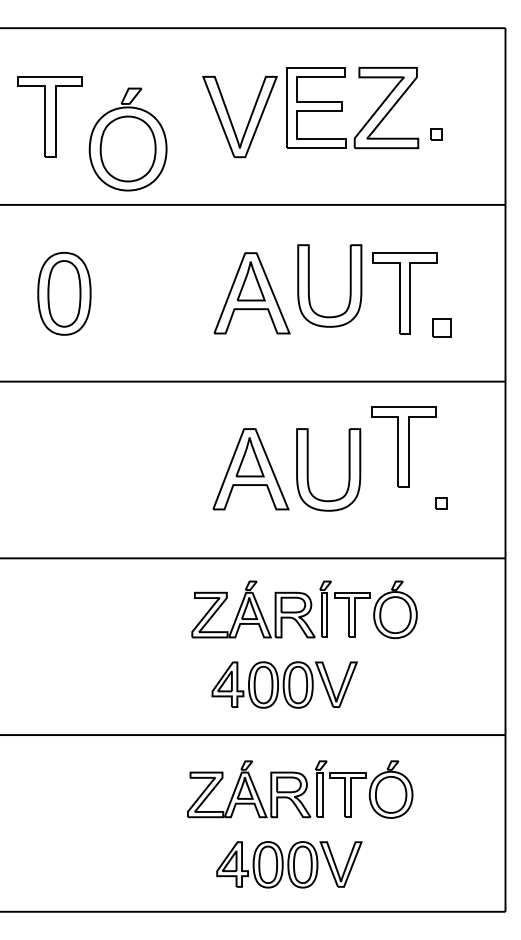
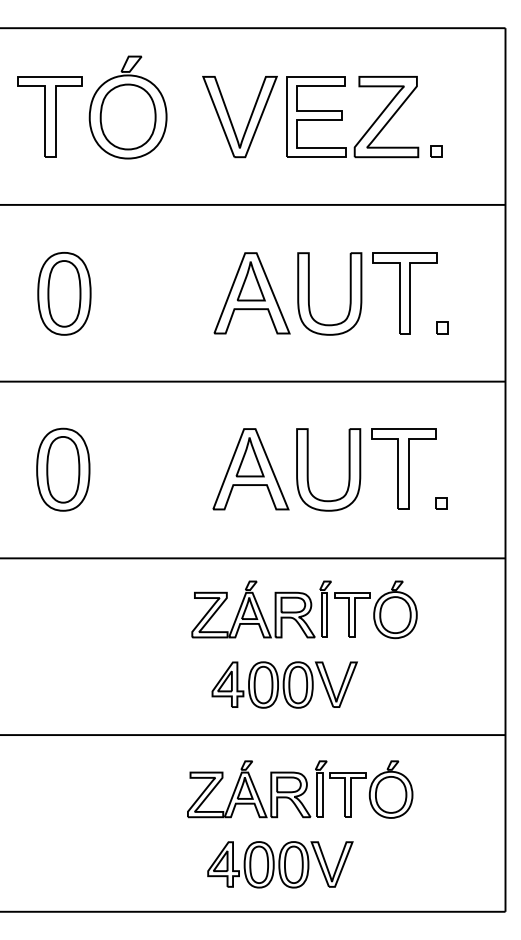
part at (342, 108) position: (342, 108) -> (342, 117)
part at (436, 134) position: (436, 134) -> (436, 151)
part at (127, 139) position: (127, 139) -> (127, 107)
part at (309, 285) position: (309, 285) -> (309, 293)
part at (441, 327) size: 20x20 px -> 13x14 px
part at (403, 446) position: (403, 446) -> (403, 468)
part at (63, 469): none -> present
part at (289, 864) position: (289, 864) -> (280, 864)
